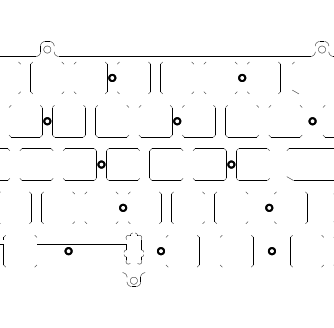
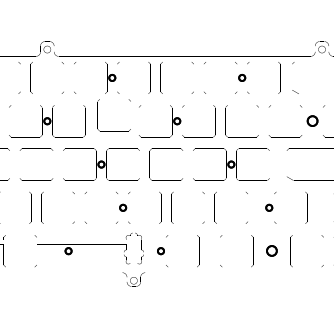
part at (95, 121) position: (95, 121) -> (97, 115)
part at (312, 121) size: 9x9 px -> 13x12 px
part at (271, 251) size: 8x9 px -> 12x12 px
